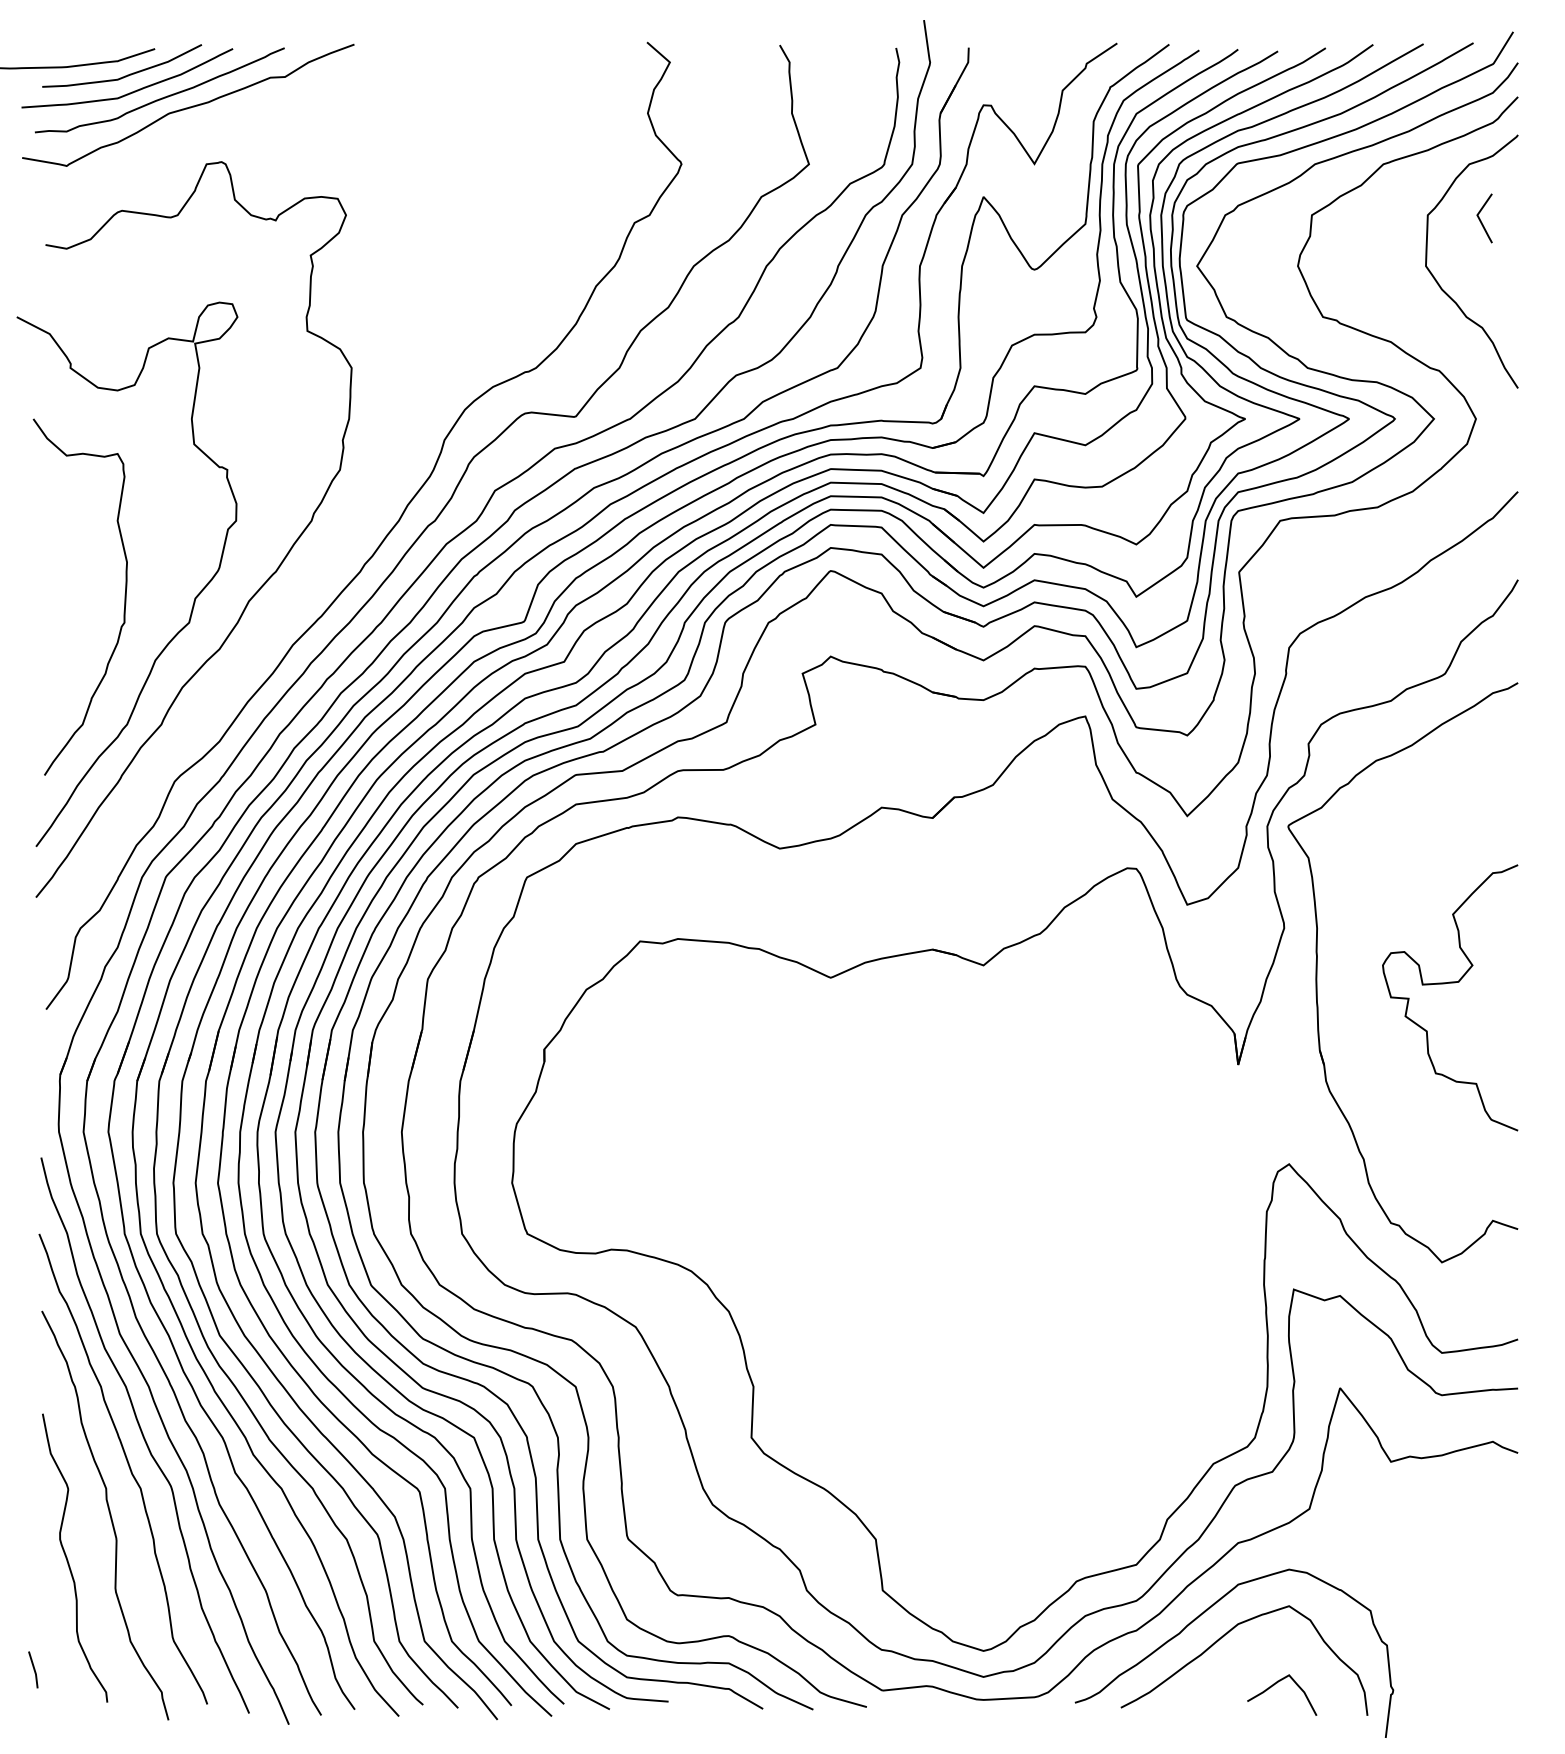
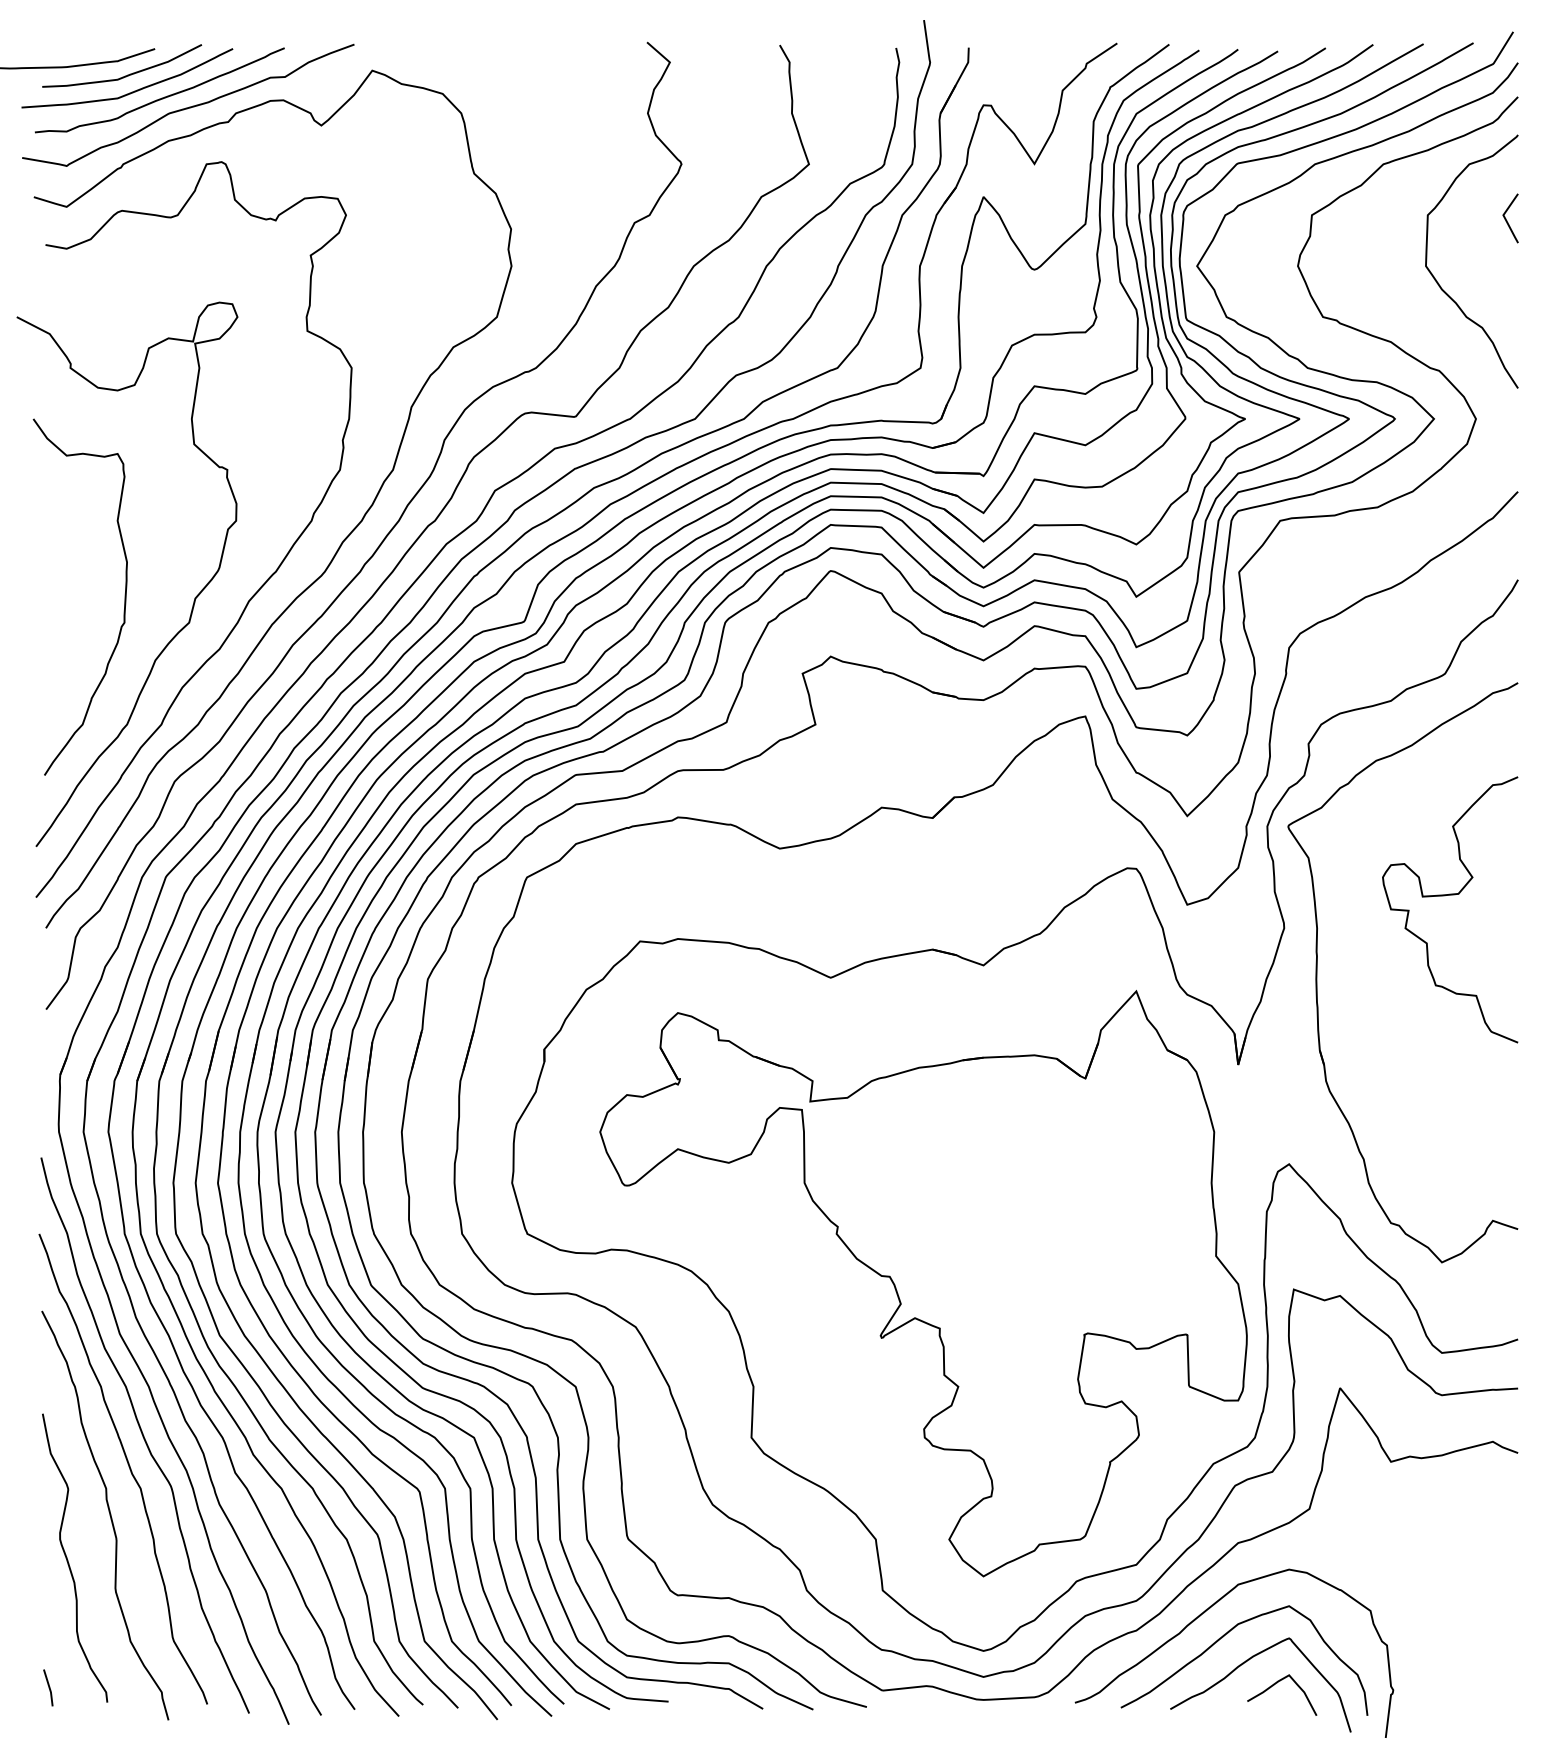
line at (1481, 220) position: (1481, 220) -> (1507, 220)
curve at (341, 542): none -> present
curve at (1445, 984) position: (1445, 984) -> (1445, 896)
part at (923, 1283): none -> present
curve at (1246, 1662): none -> present
line at (33, 1669) position: (33, 1669) -> (48, 1687)
